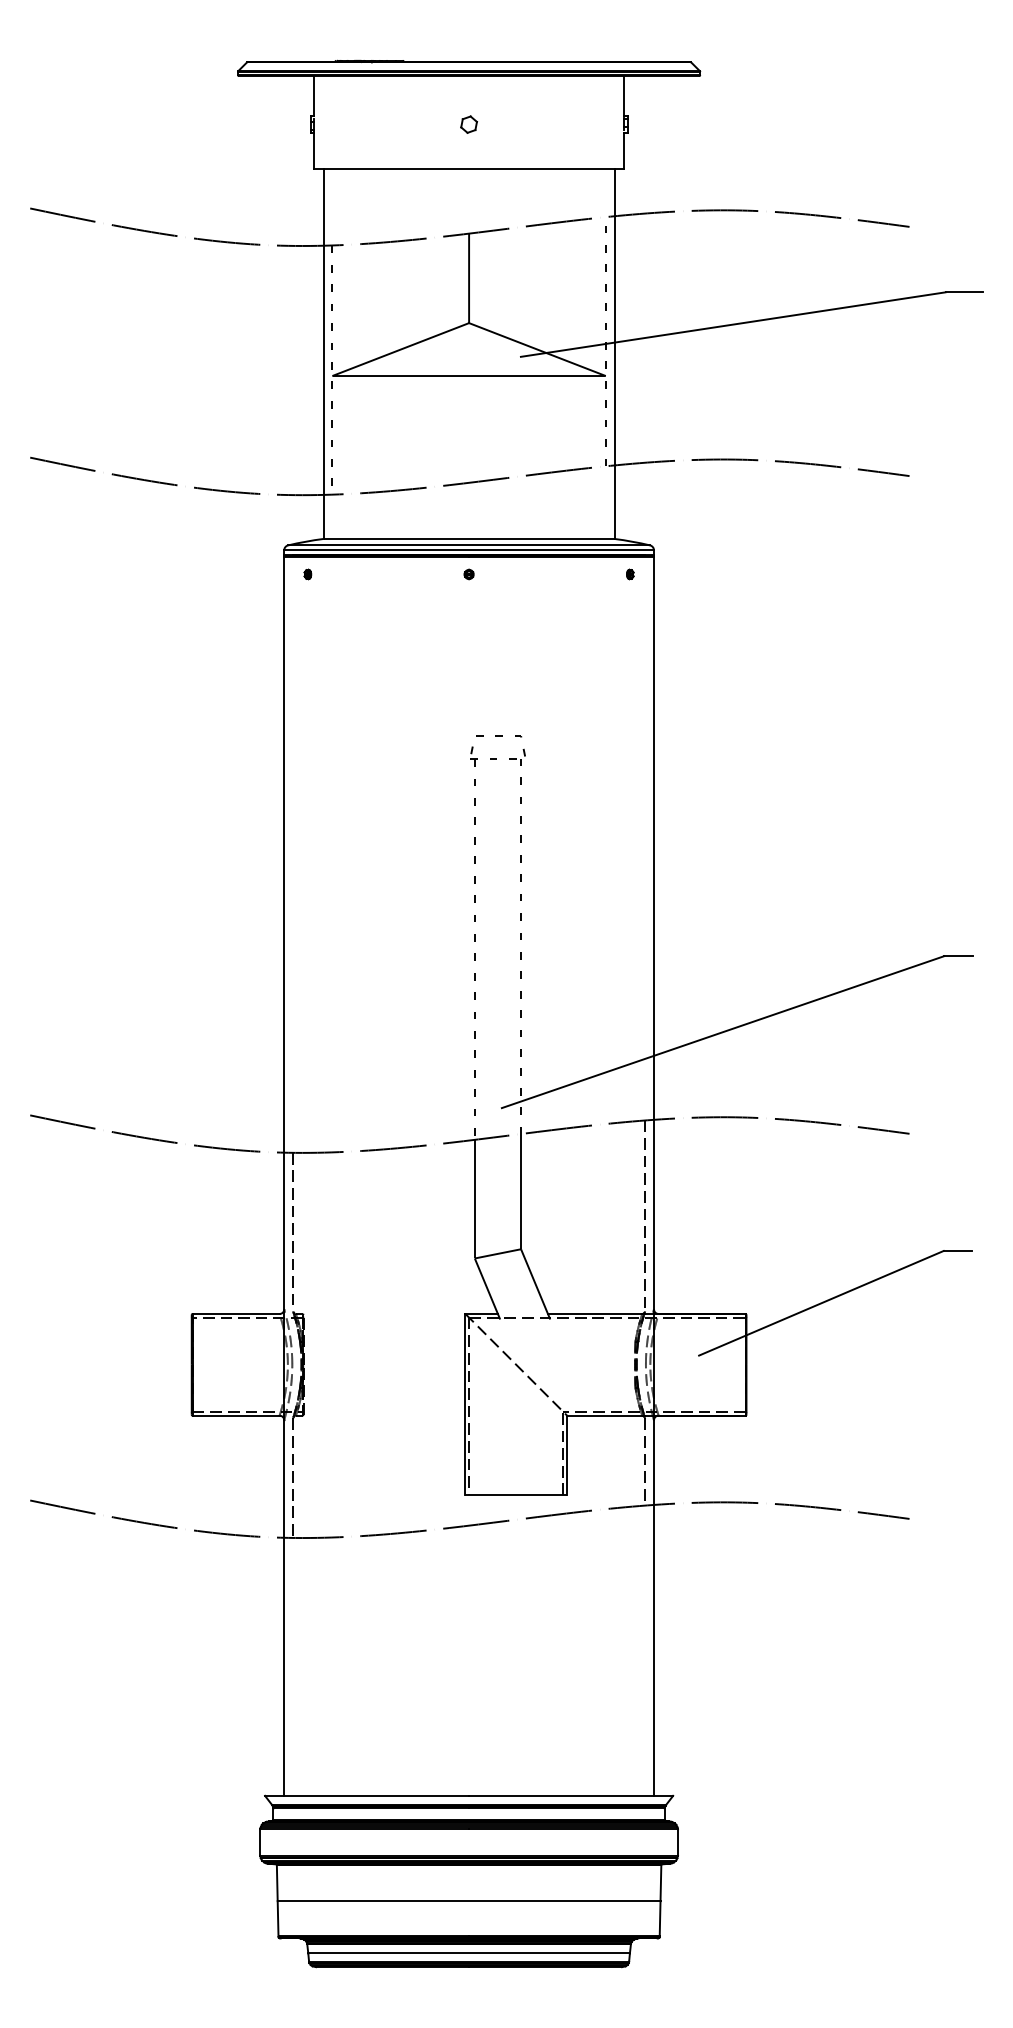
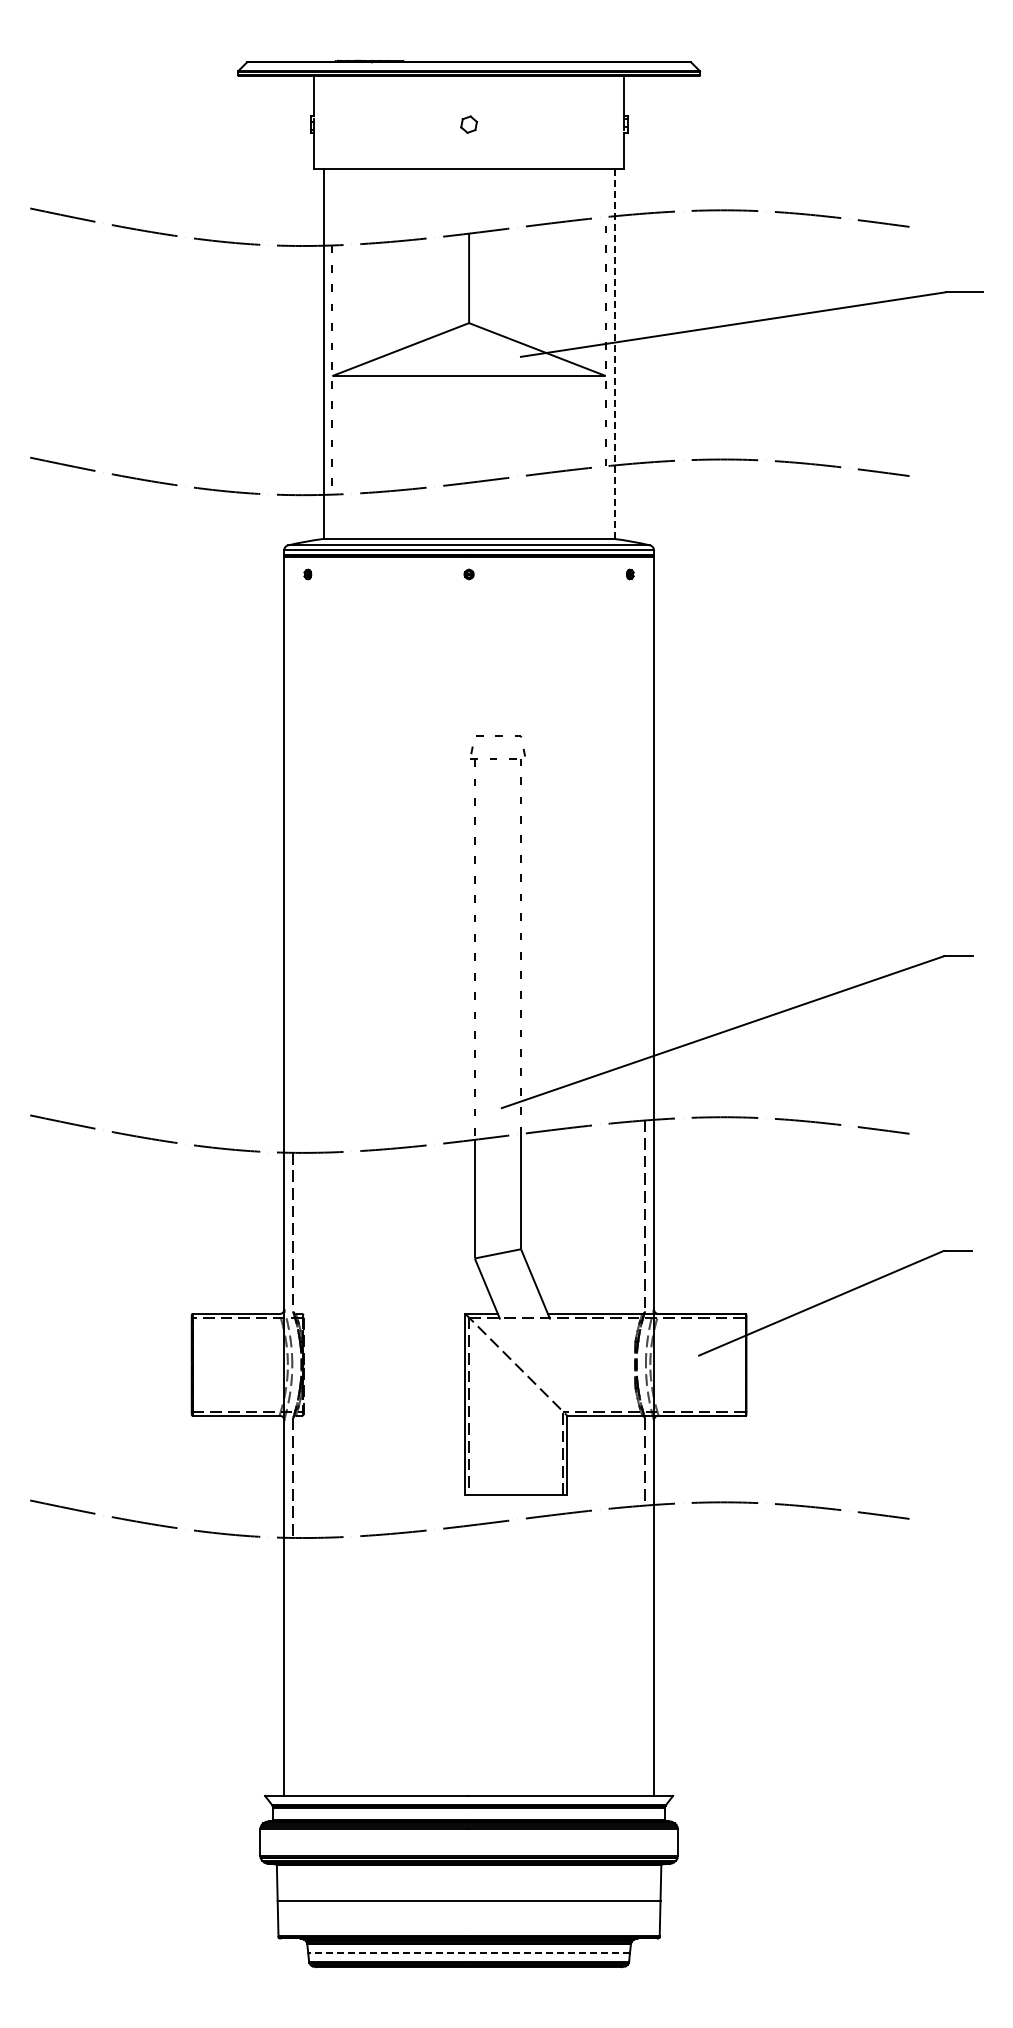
line at (614, 353): solid -> dashed
line at (469, 1953): solid -> dashed
